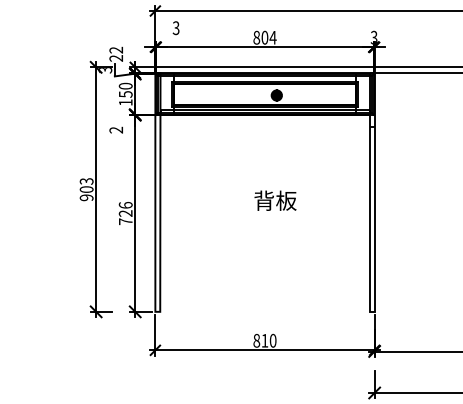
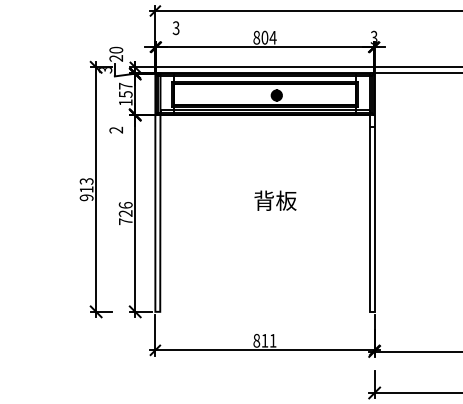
text at (116, 49): 22 -> 20
text at (125, 85): 150 -> 157
text at (86, 189): 903 -> 913
text at (272, 340): 810 -> 811
